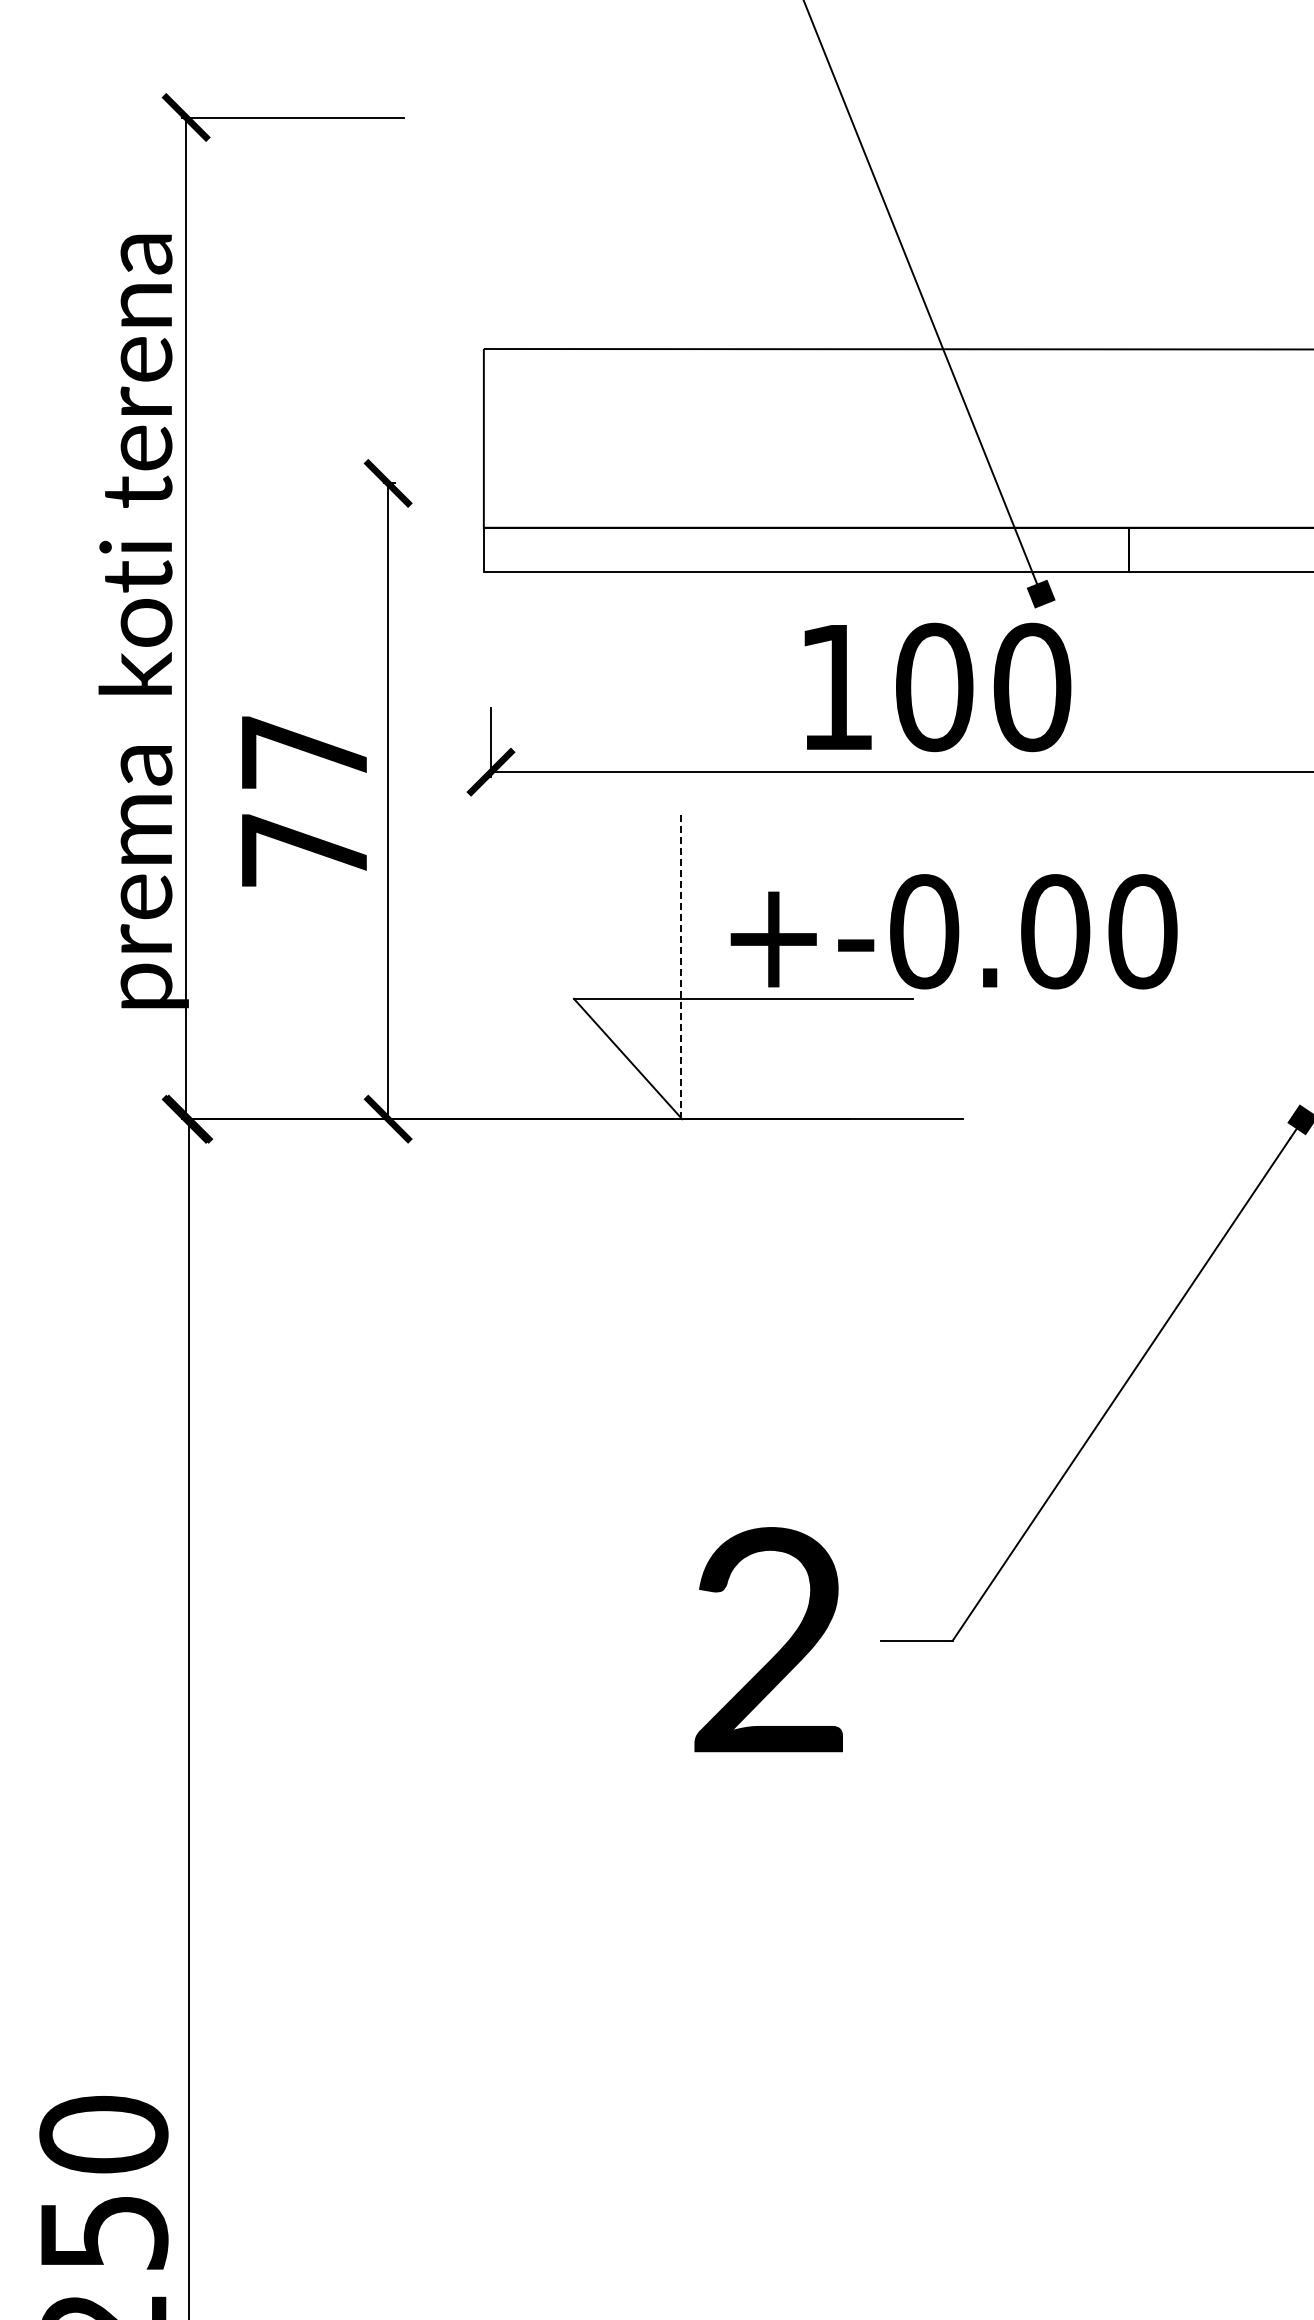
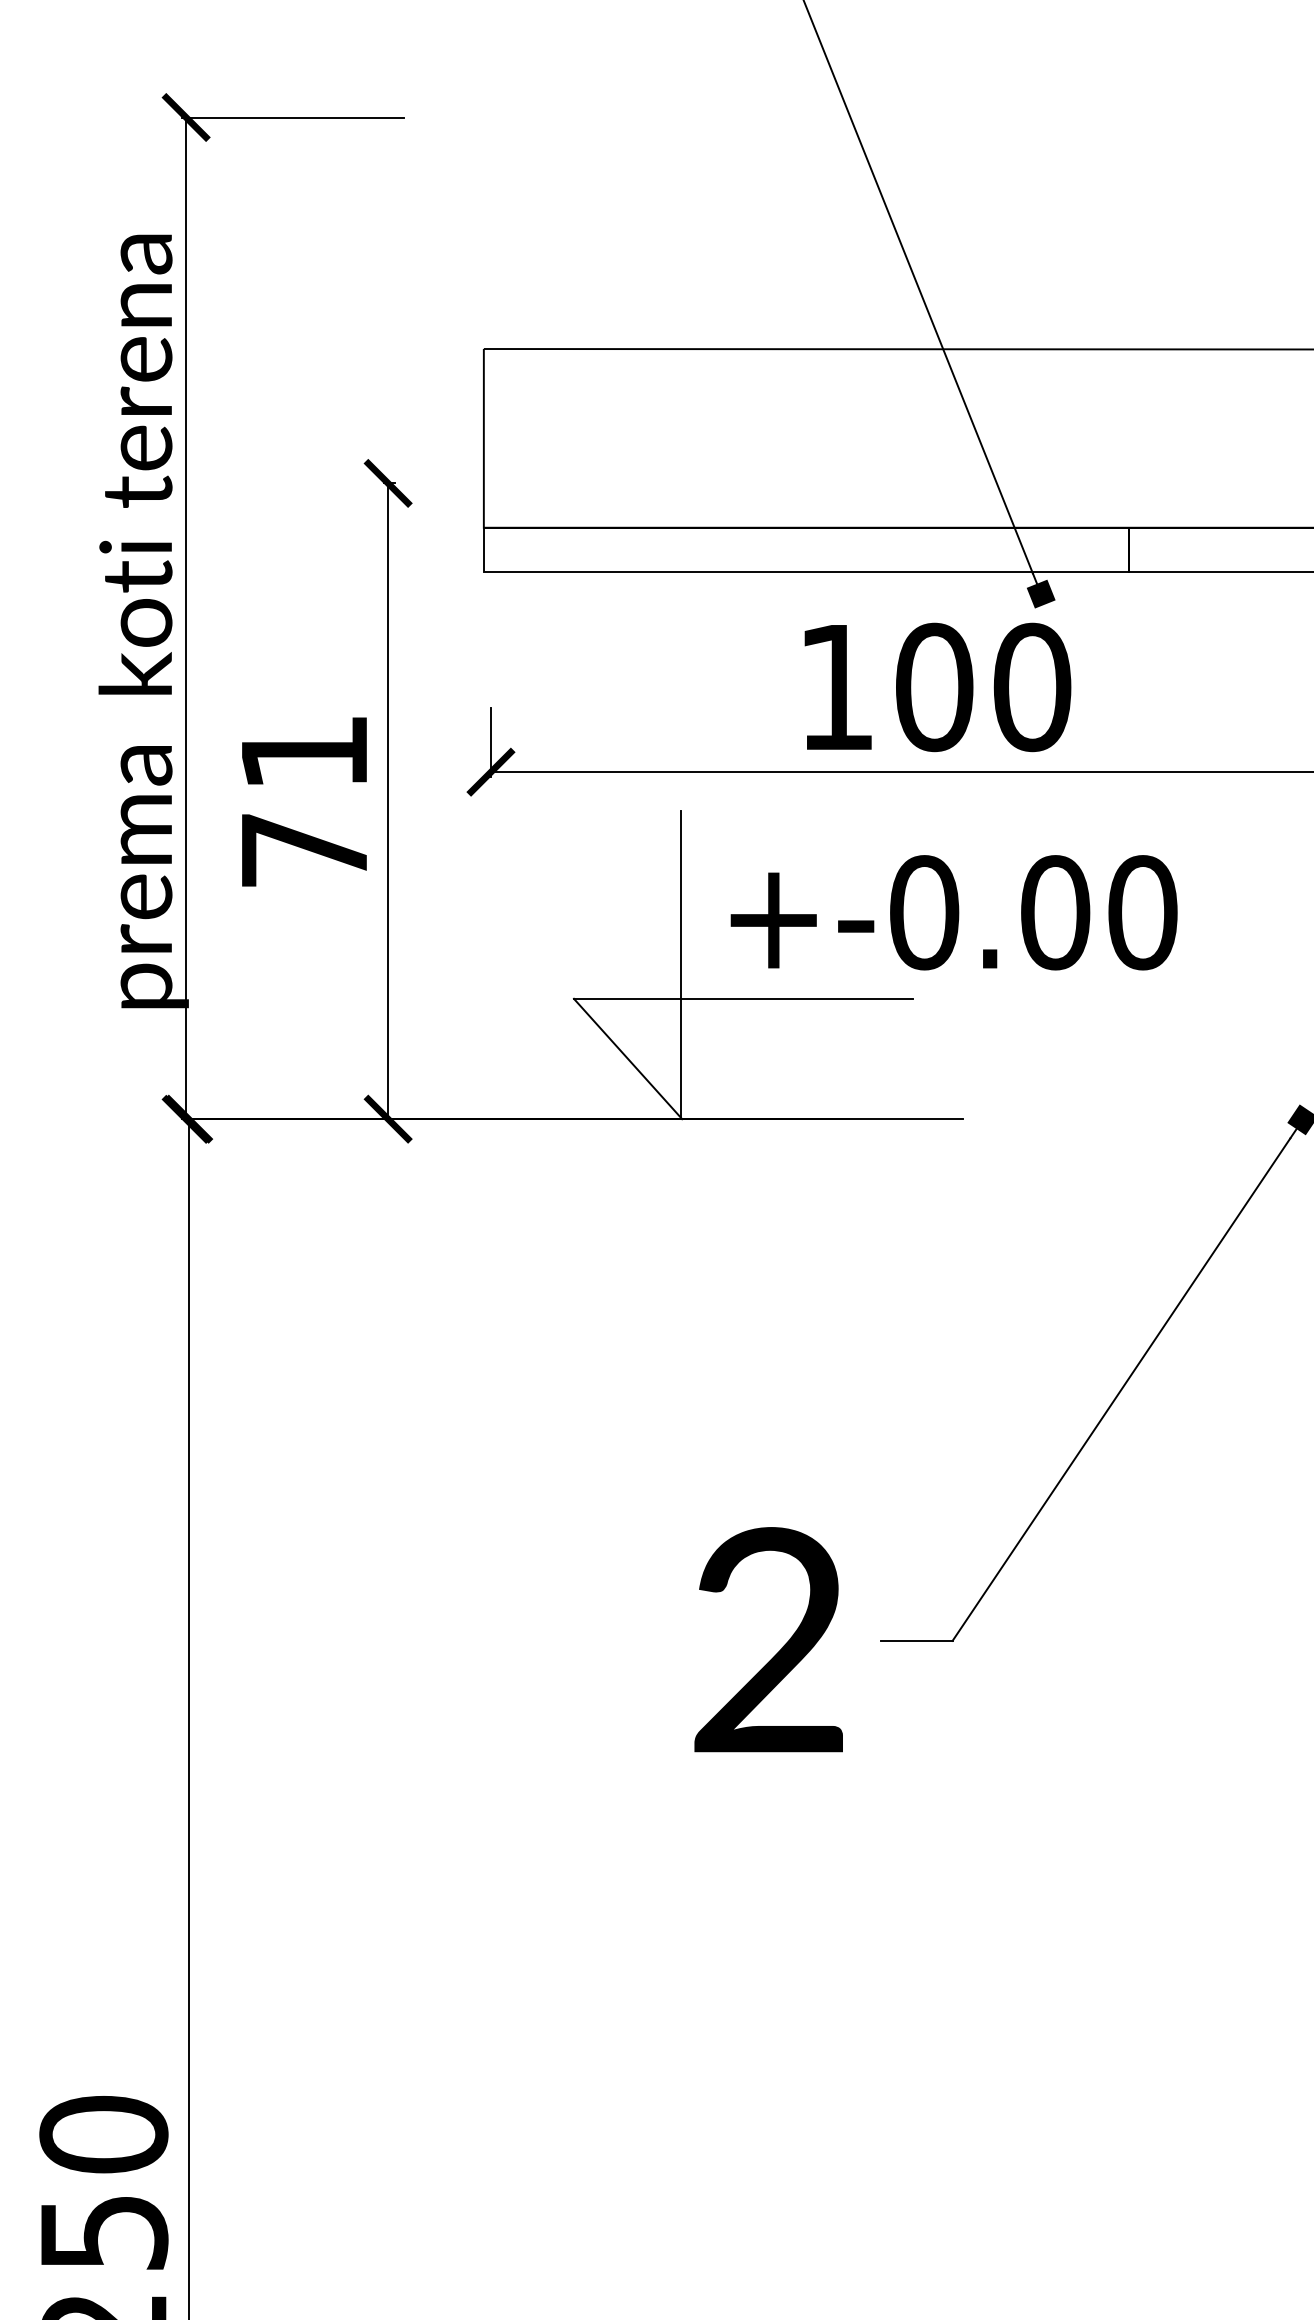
text at (304, 752): 77 -> 71
text at (953, 931) position: (953, 931) -> (953, 912)
line at (681, 965): dashed -> solid
